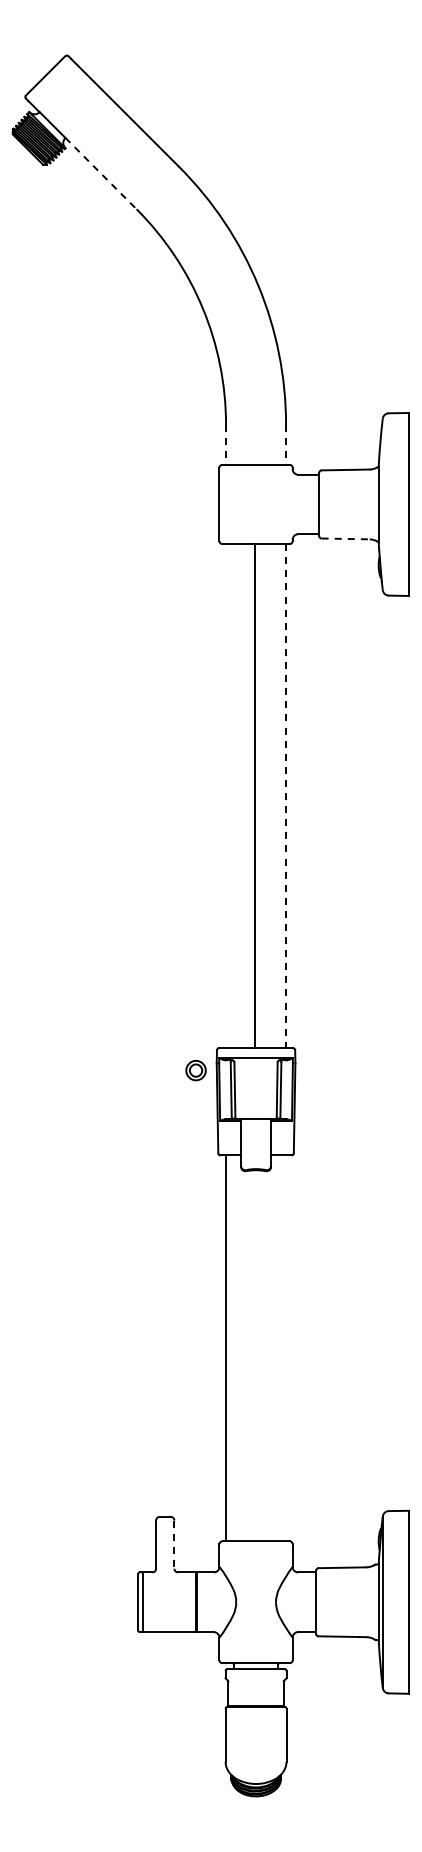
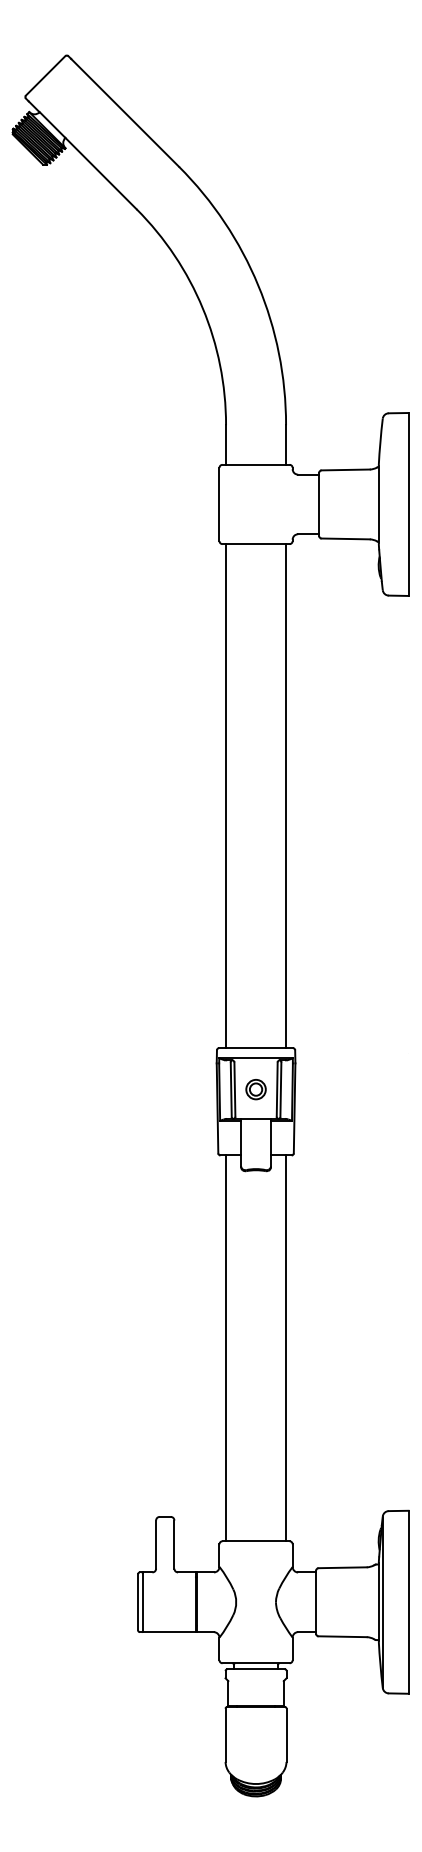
line at (101, 173): dashed -> solid
line at (226, 445): dashed -> solid
line at (286, 445): dashed -> solid
line at (346, 538): dashed -> solid
line at (255, 796) position: (255, 796) -> (226, 796)
line at (286, 796): dashed -> solid
part at (195, 1070) position: (195, 1070) -> (255, 1089)
line at (286, 1348): none -> present
line at (174, 1545): dashed -> solid
